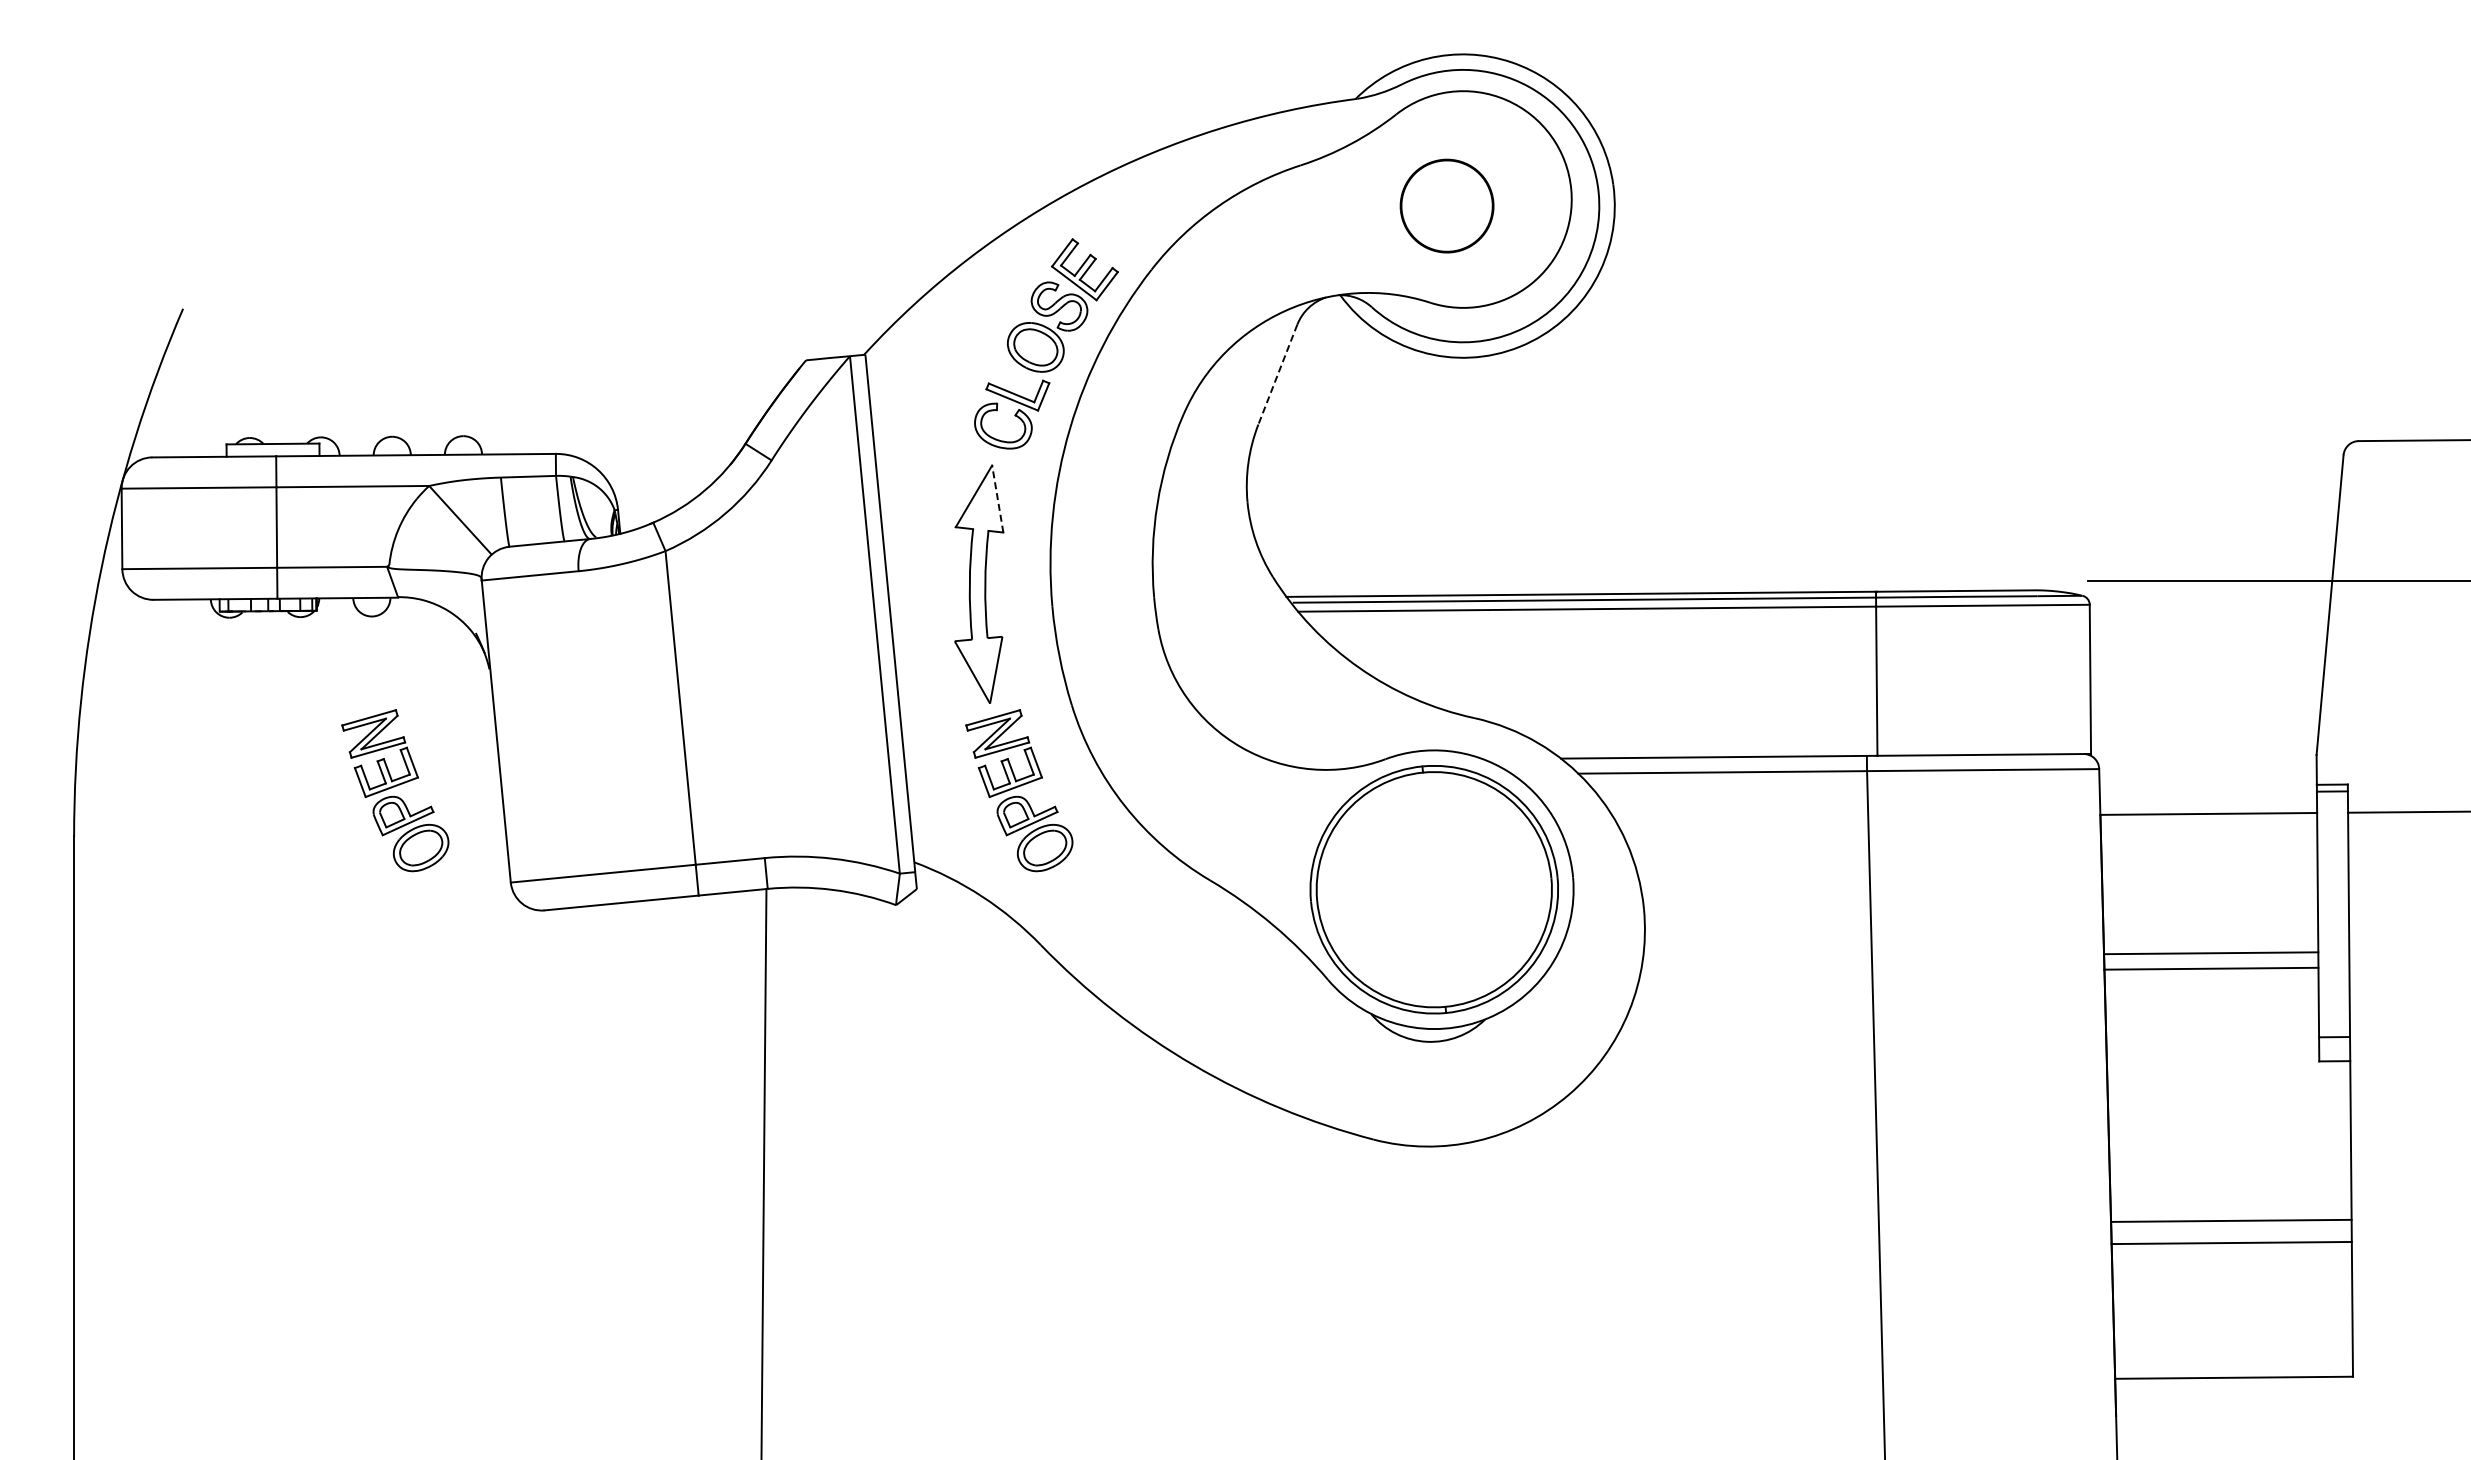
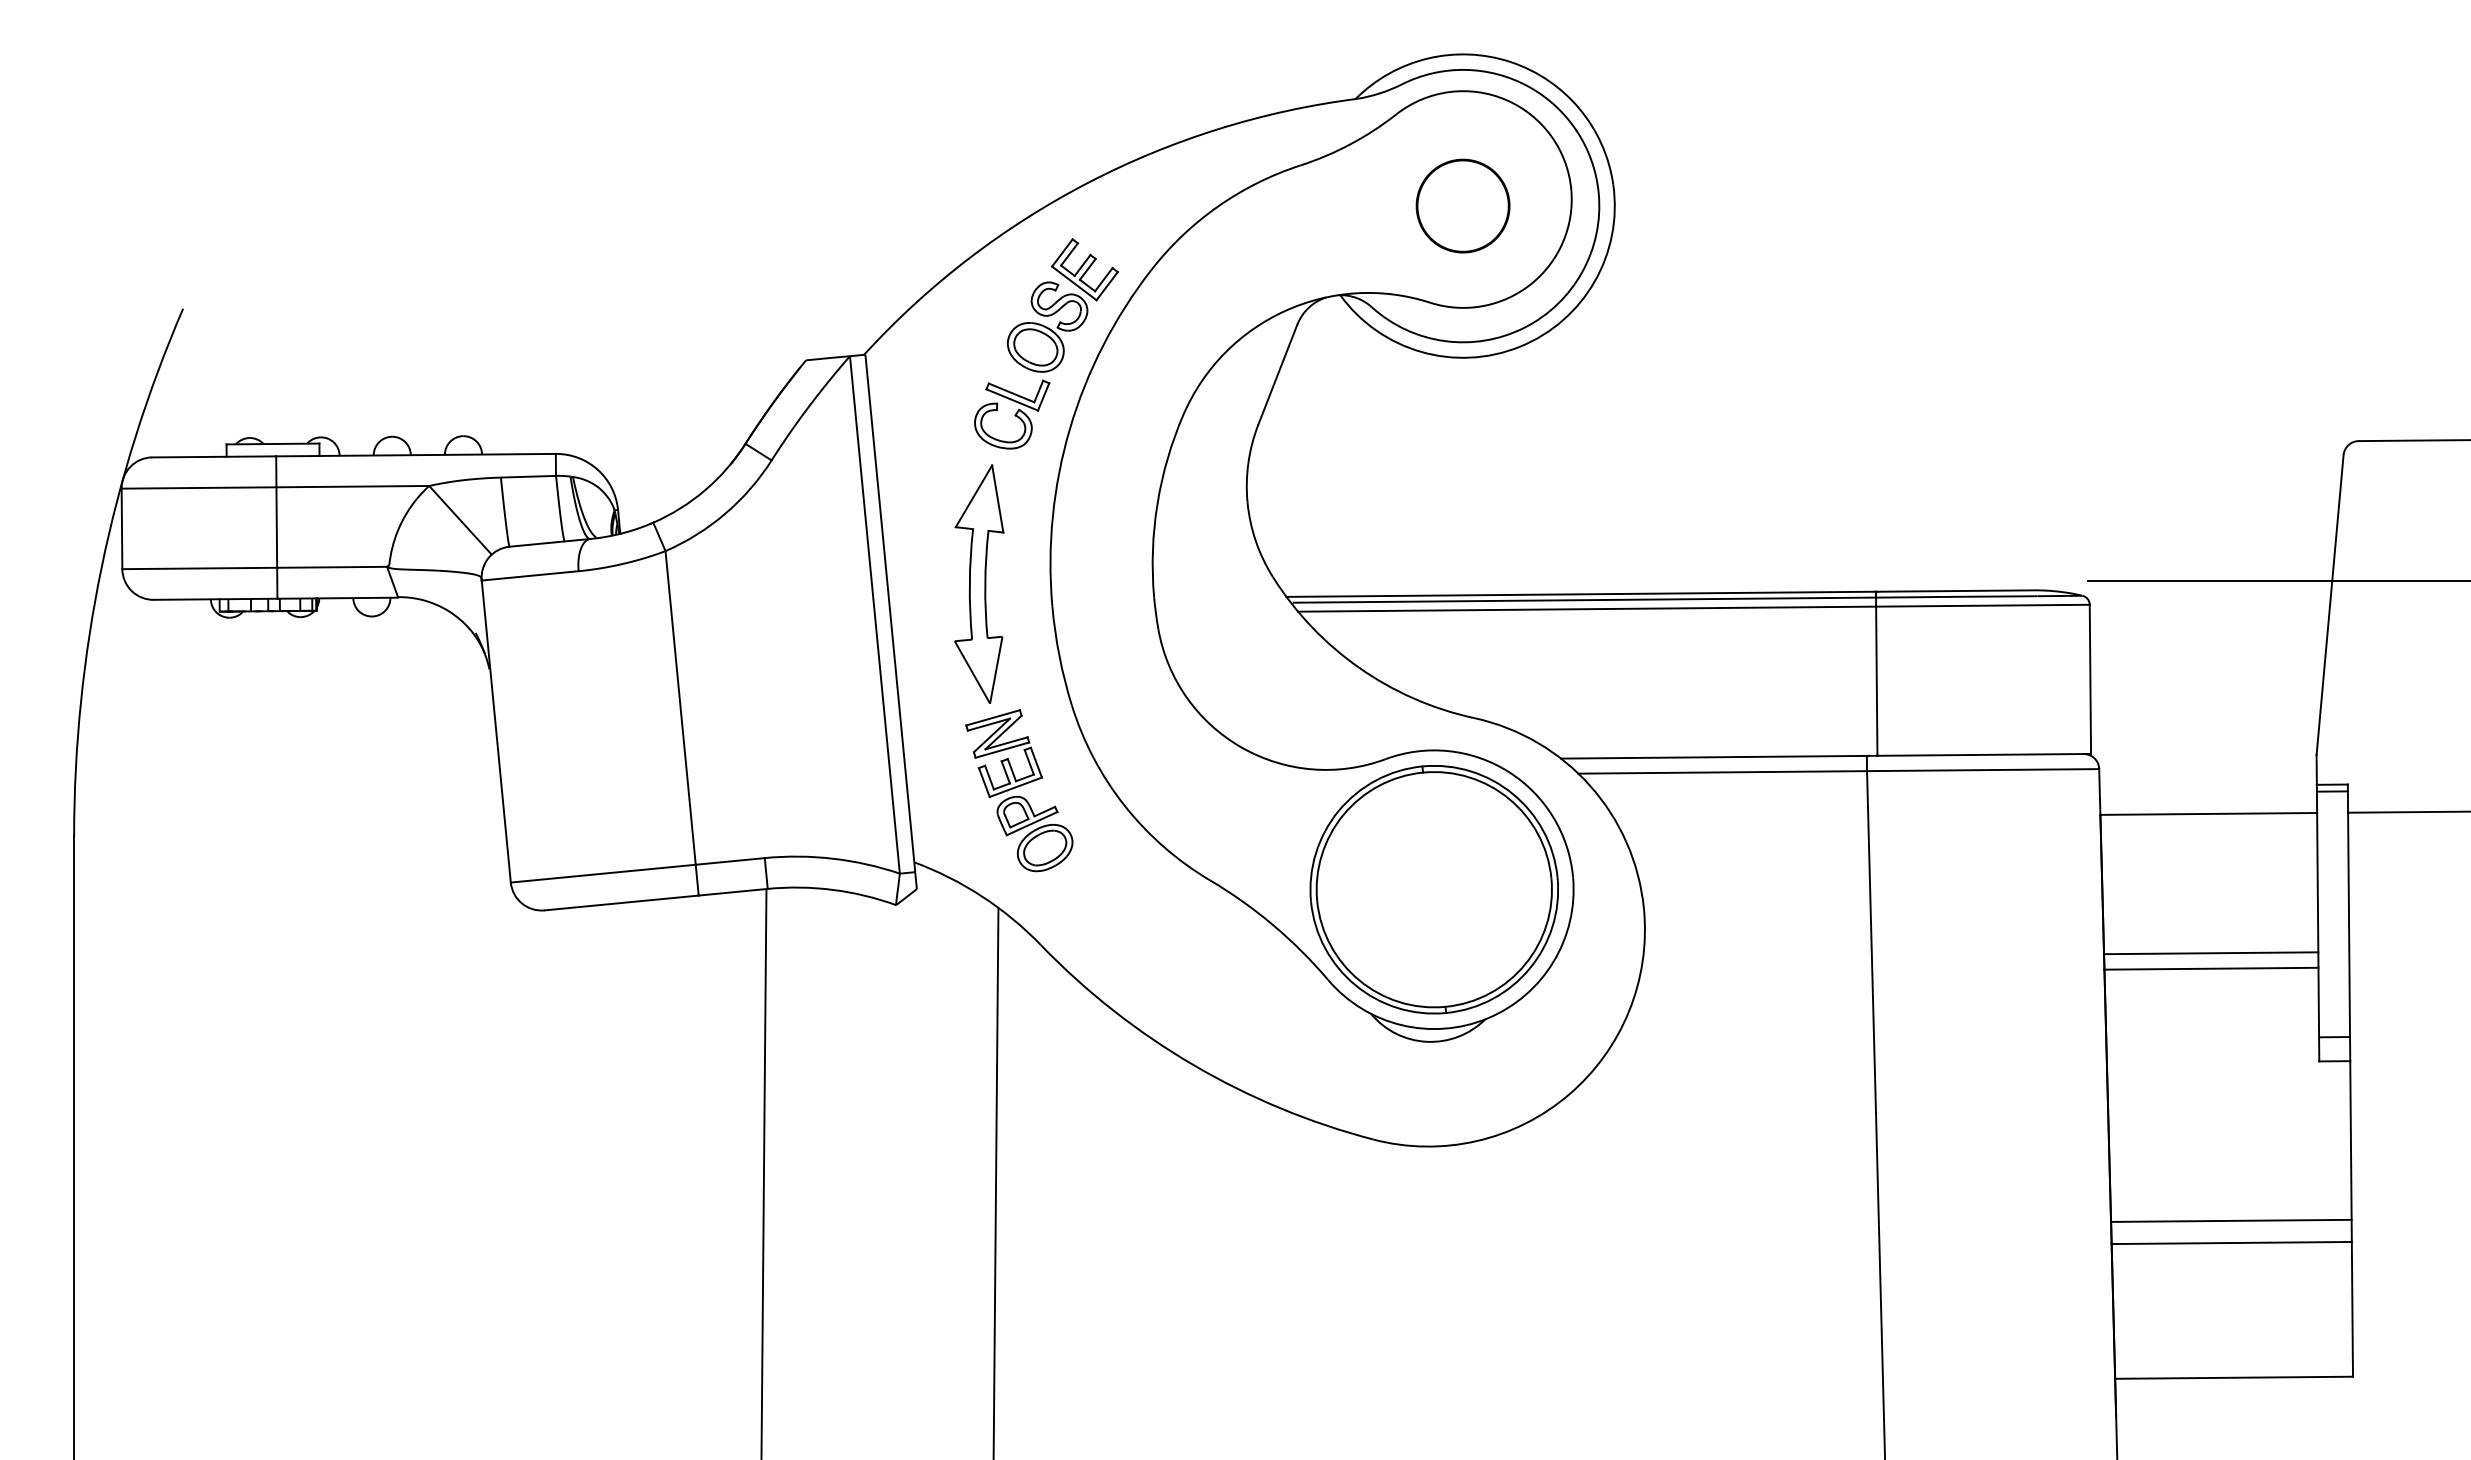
part at (1446, 205) position: (1446, 205) -> (1462, 205)
line at (1277, 374): dashed -> solid
line at (997, 498): dashed -> solid
part at (395, 790): present -> none
line at (995, 1181): none -> present
